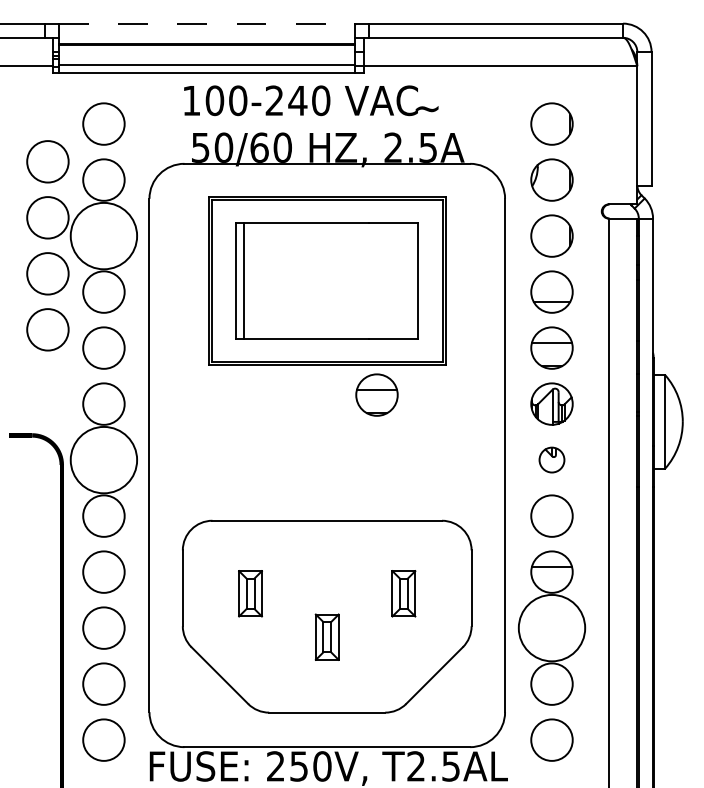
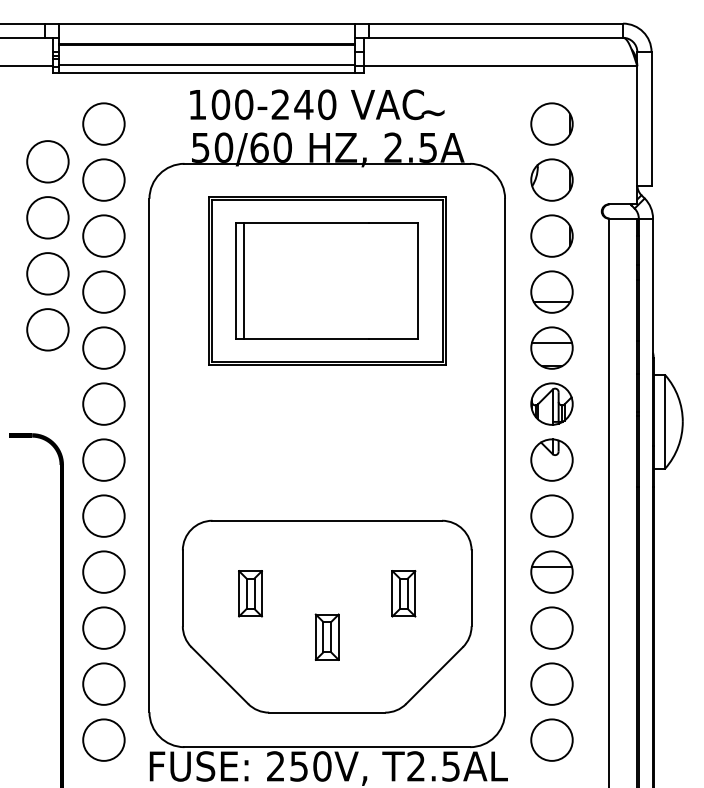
line at (207, 23): dashed -> solid
text at (311, 100) position: (311, 100) -> (317, 104)
circle at (103, 235) diameter: 66 px -> 41 px
part at (376, 394): present -> none
circle at (103, 459) diameter: 66 px -> 41 px
part at (551, 459) size: 28x28 px -> 44x44 px
circle at (551, 627) diameter: 66 px -> 41 px
